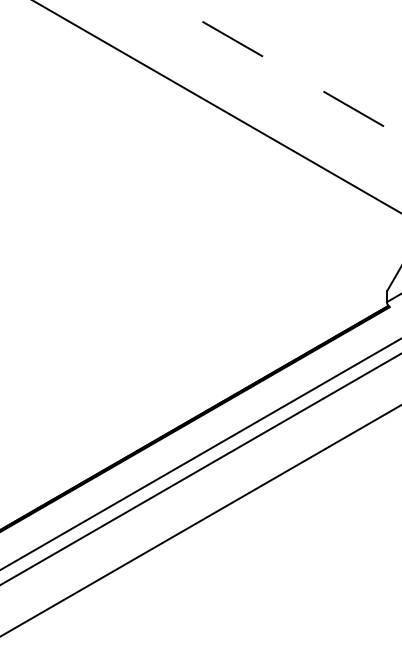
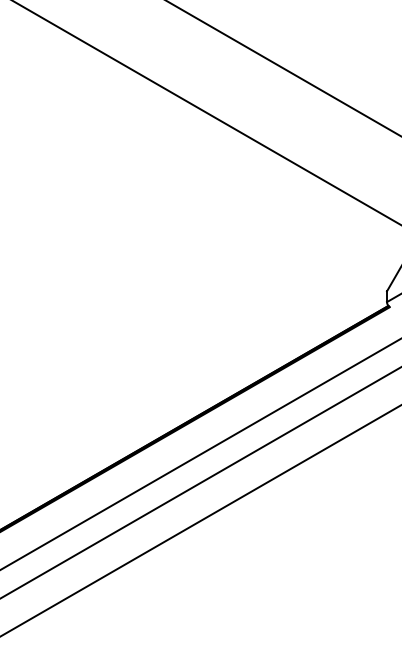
line at (283, 68): dashed -> solid
line at (216, 106) position: (216, 106) -> (206, 112)
line at (200, 469) position: (200, 469) -> (200, 482)
